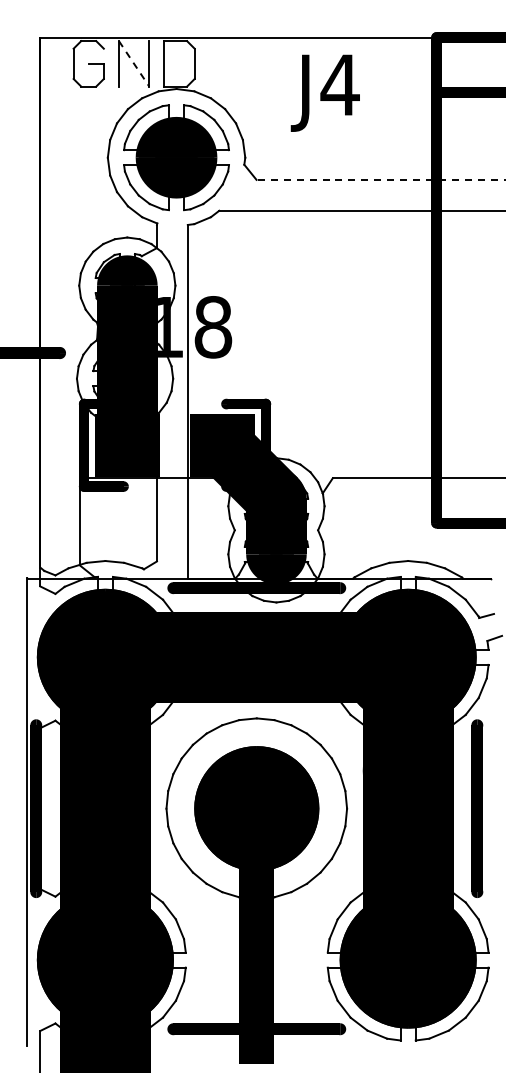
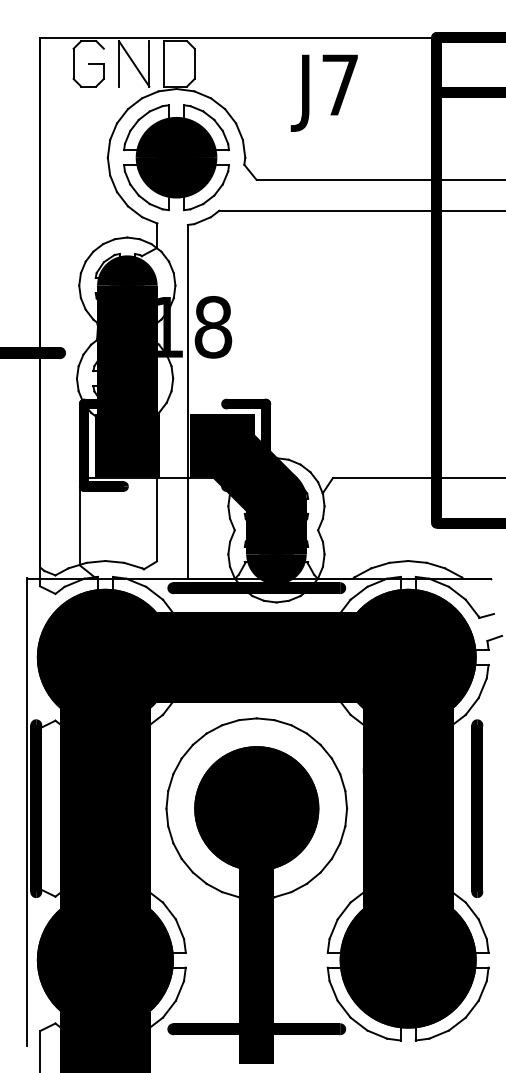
line at (134, 64): dashed -> solid
text at (339, 84): J4 -> J7
line at (381, 179): dashed -> solid
